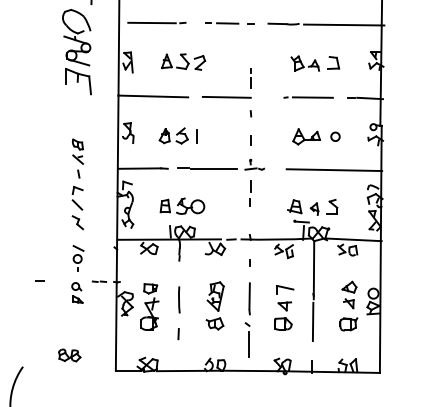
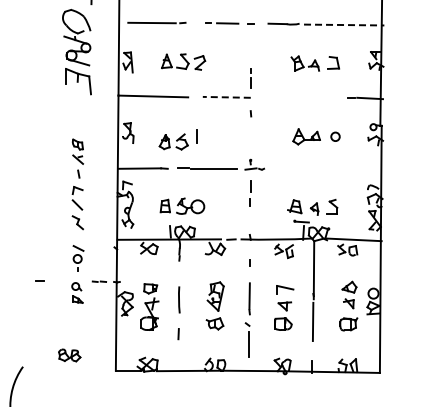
line at (344, 25): solid -> dashed
line at (226, 97): solid -> dashed
line at (308, 97): present -> none
part at (173, 135) position: (173, 135) -> (173, 141)
line at (250, 140): present -> none
line at (334, 170): present -> none
